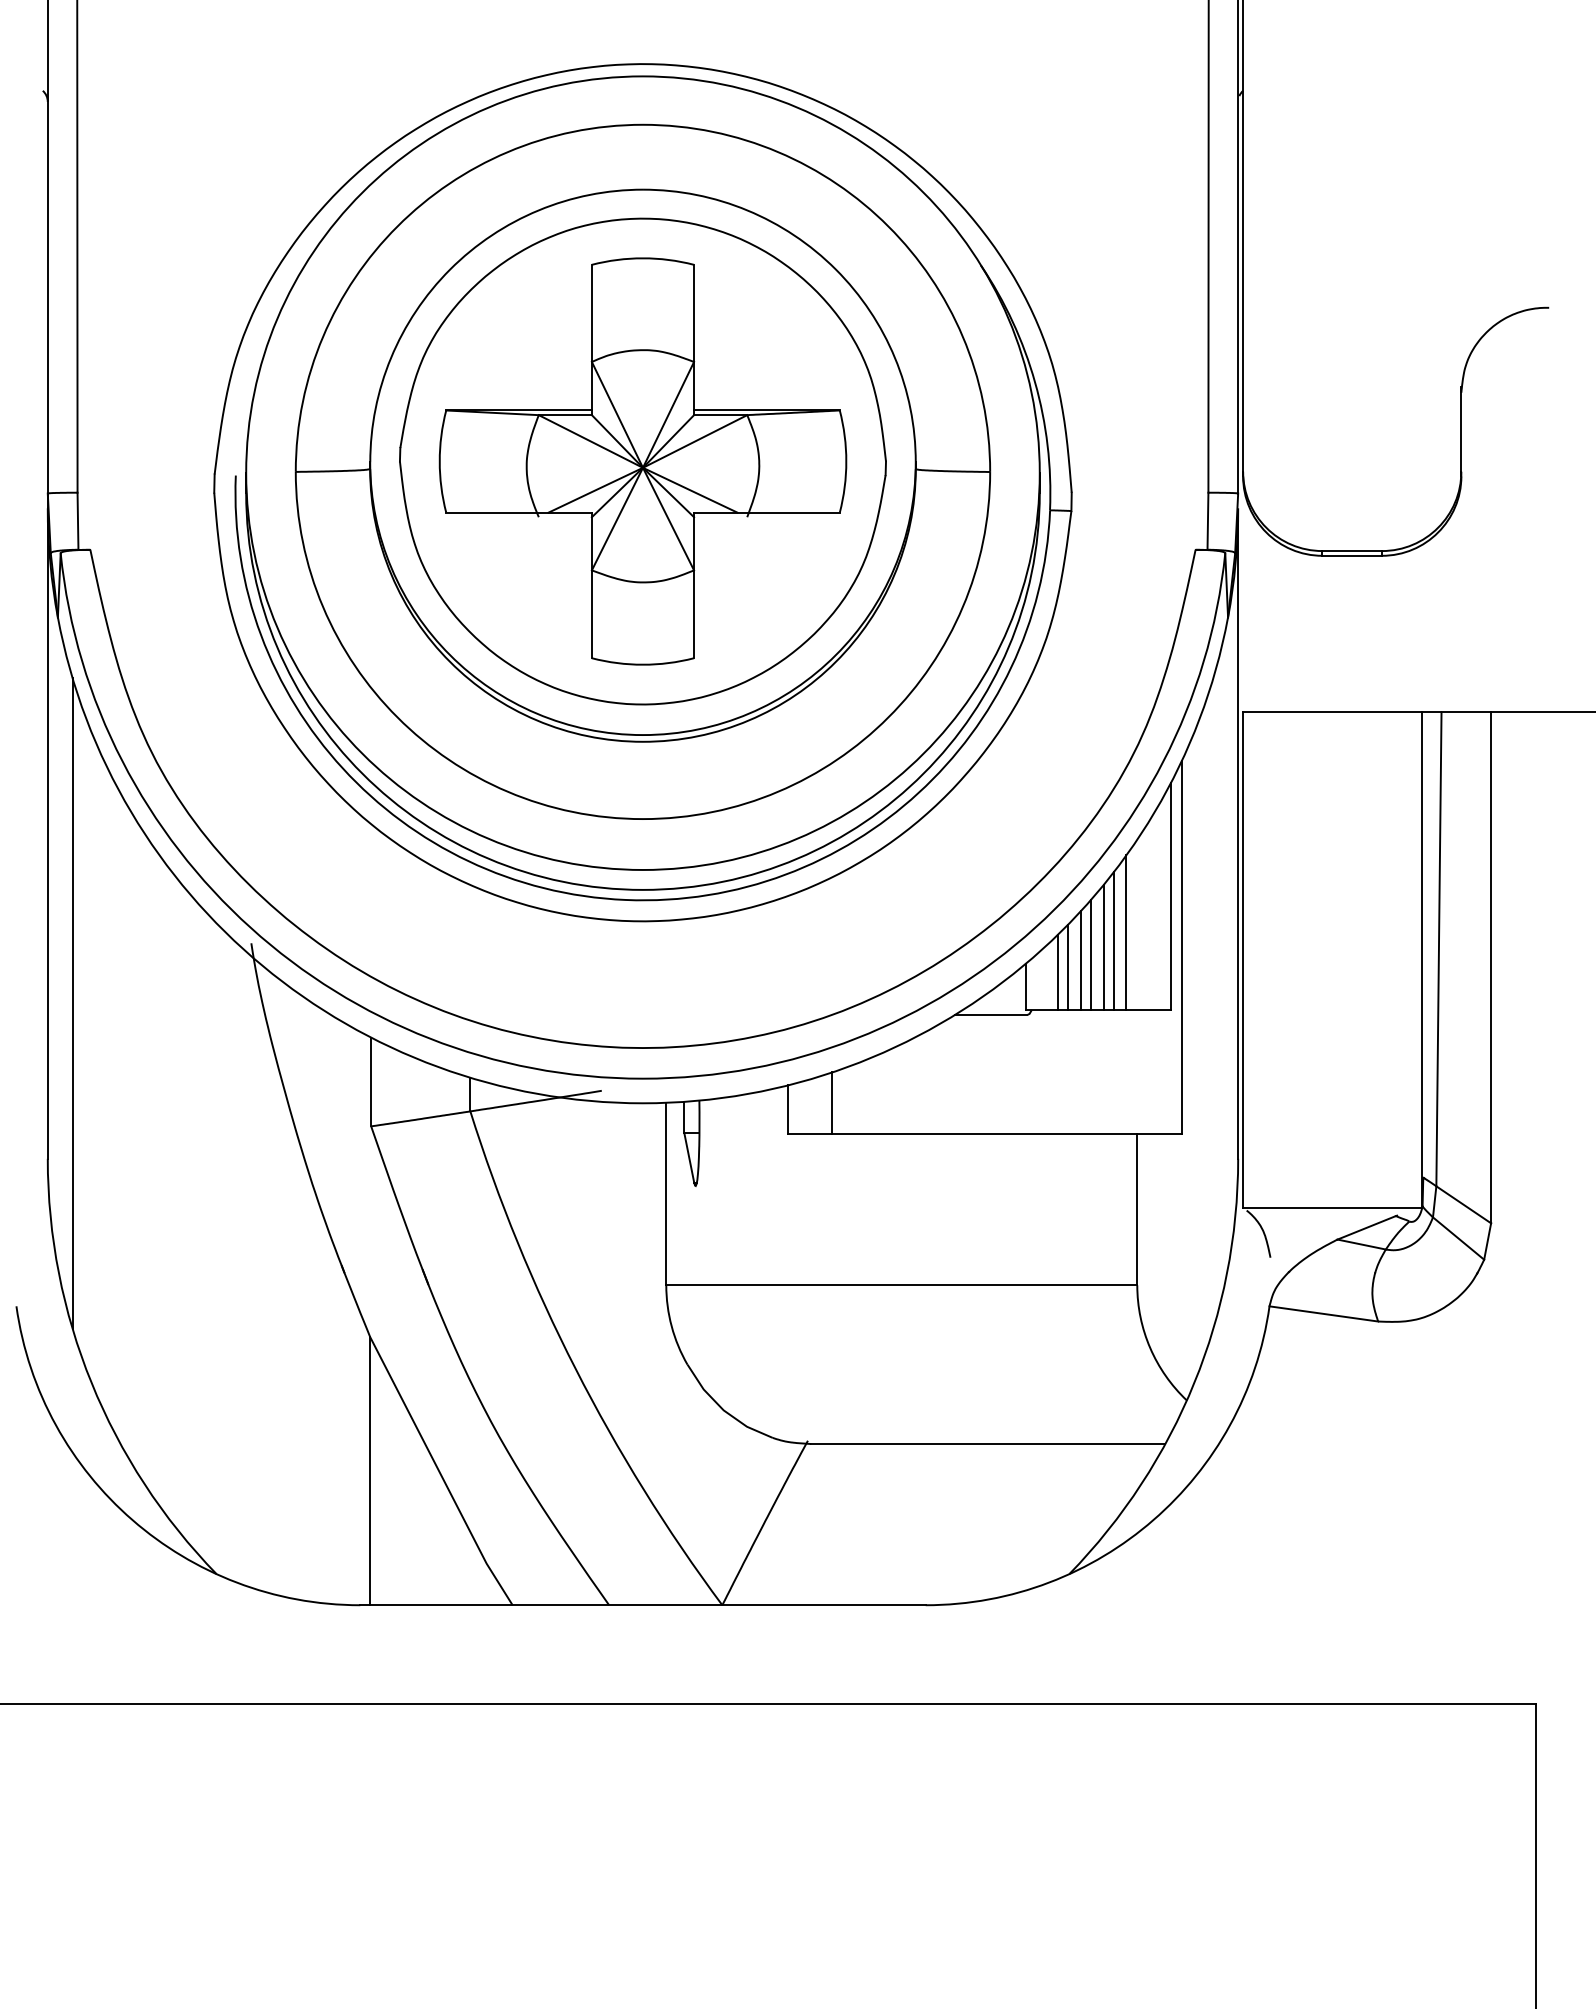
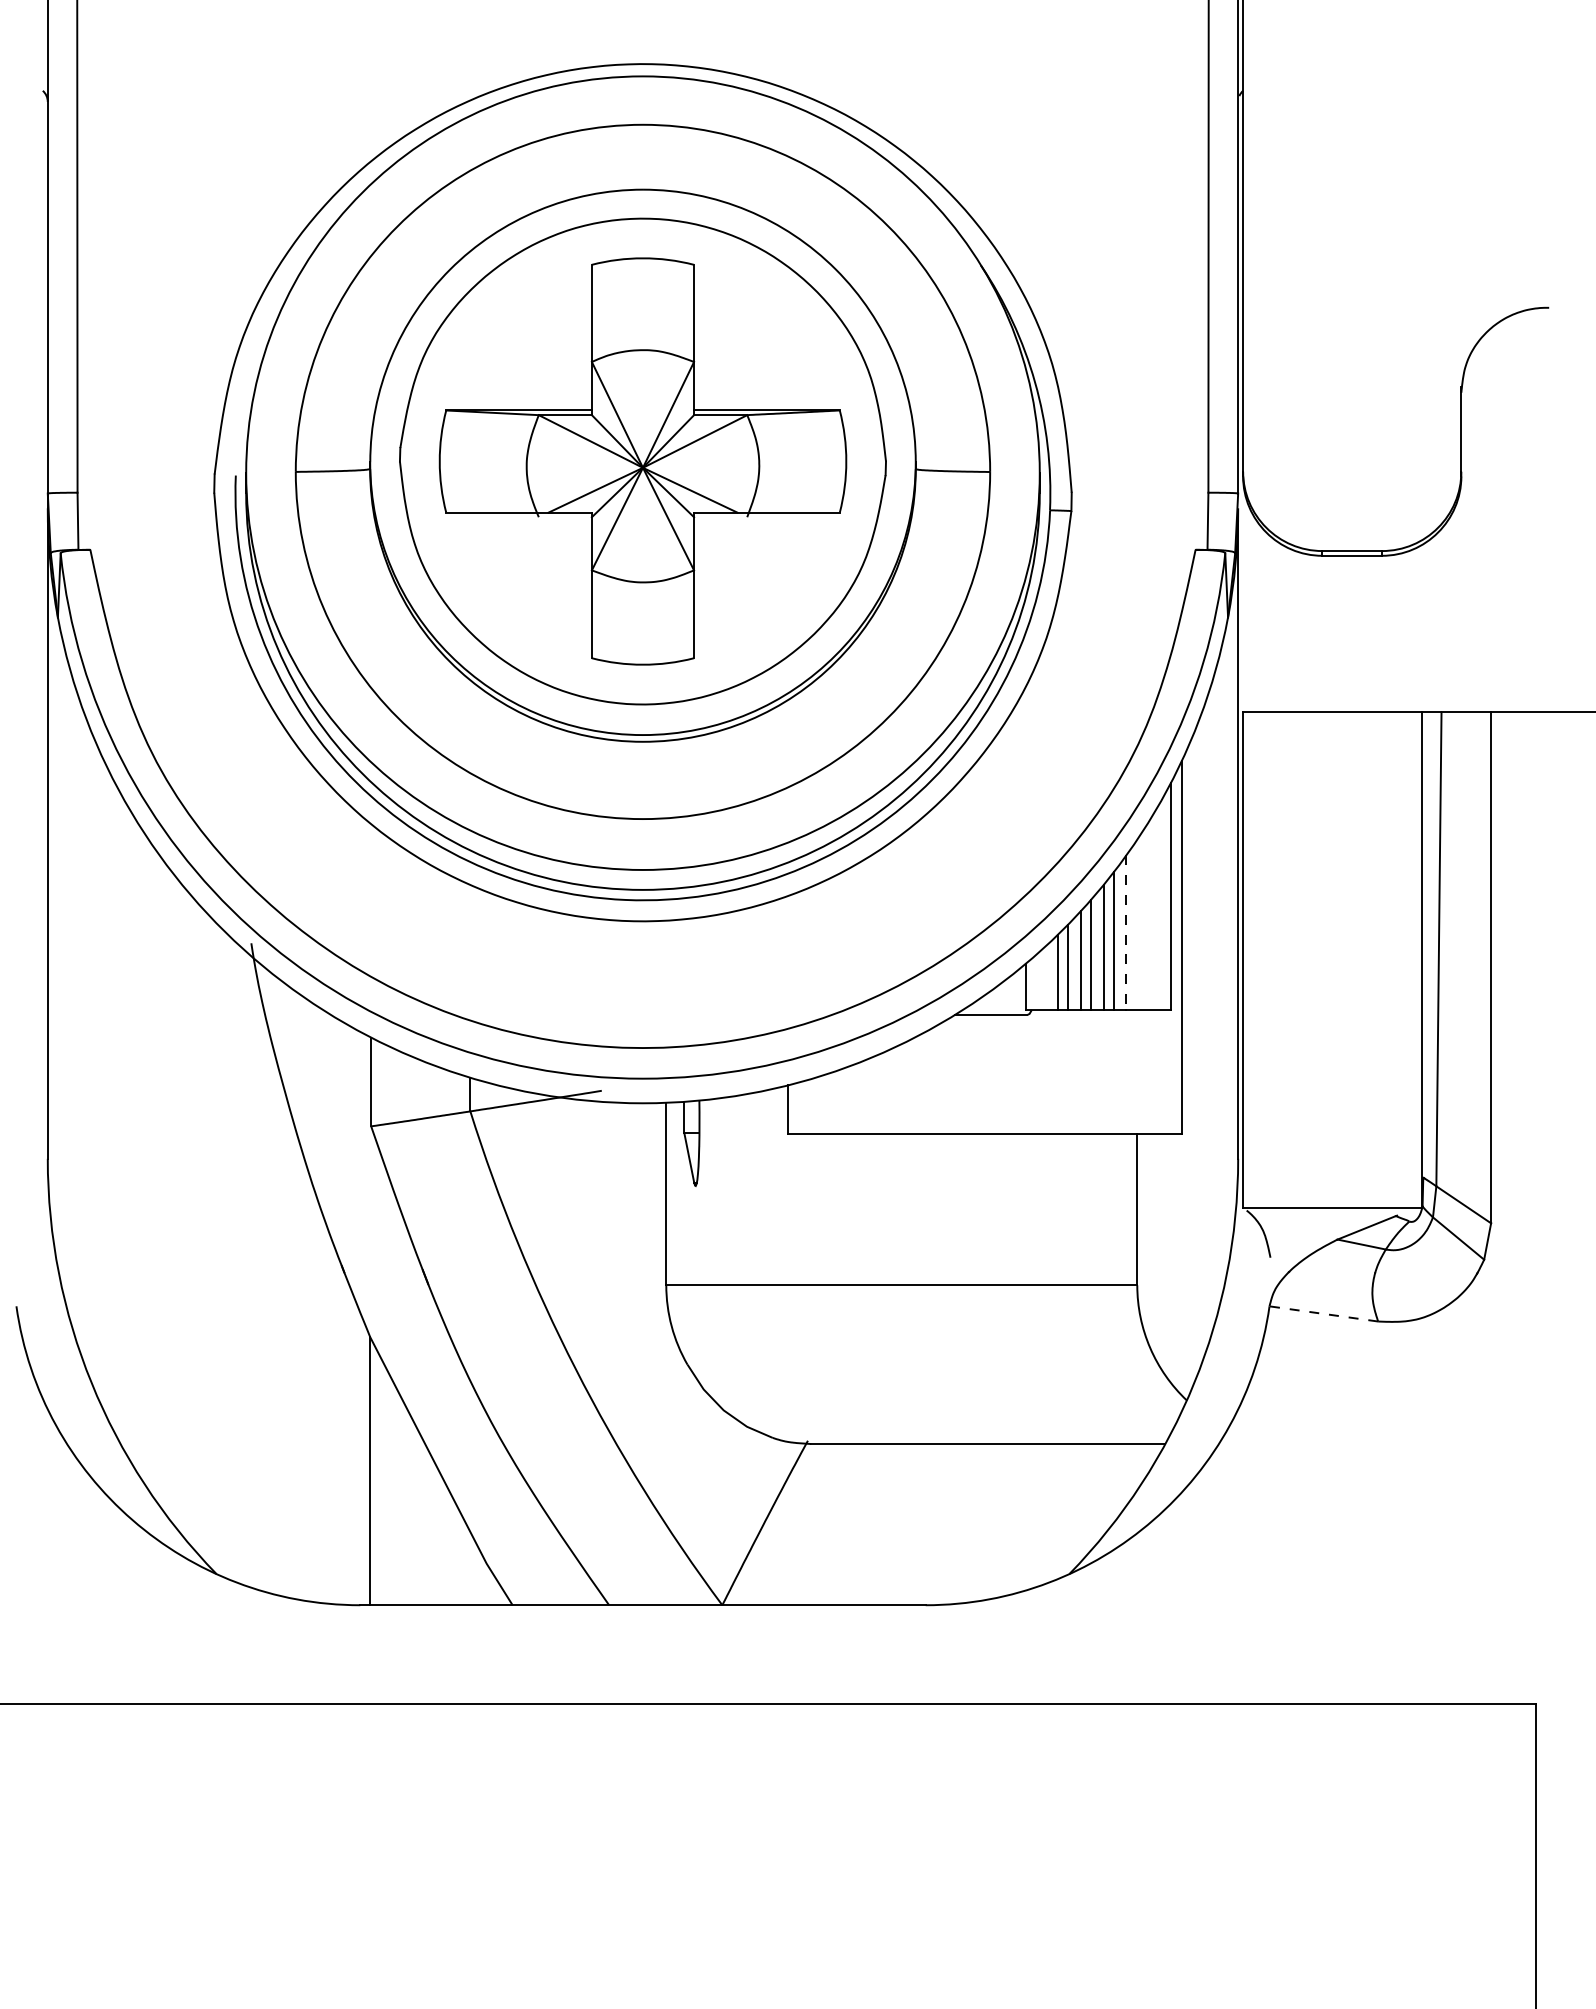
line at (1126, 933): solid -> dashed
line at (72, 1003): present -> none
line at (832, 1103): present -> none
line at (1323, 1313): solid -> dashed
